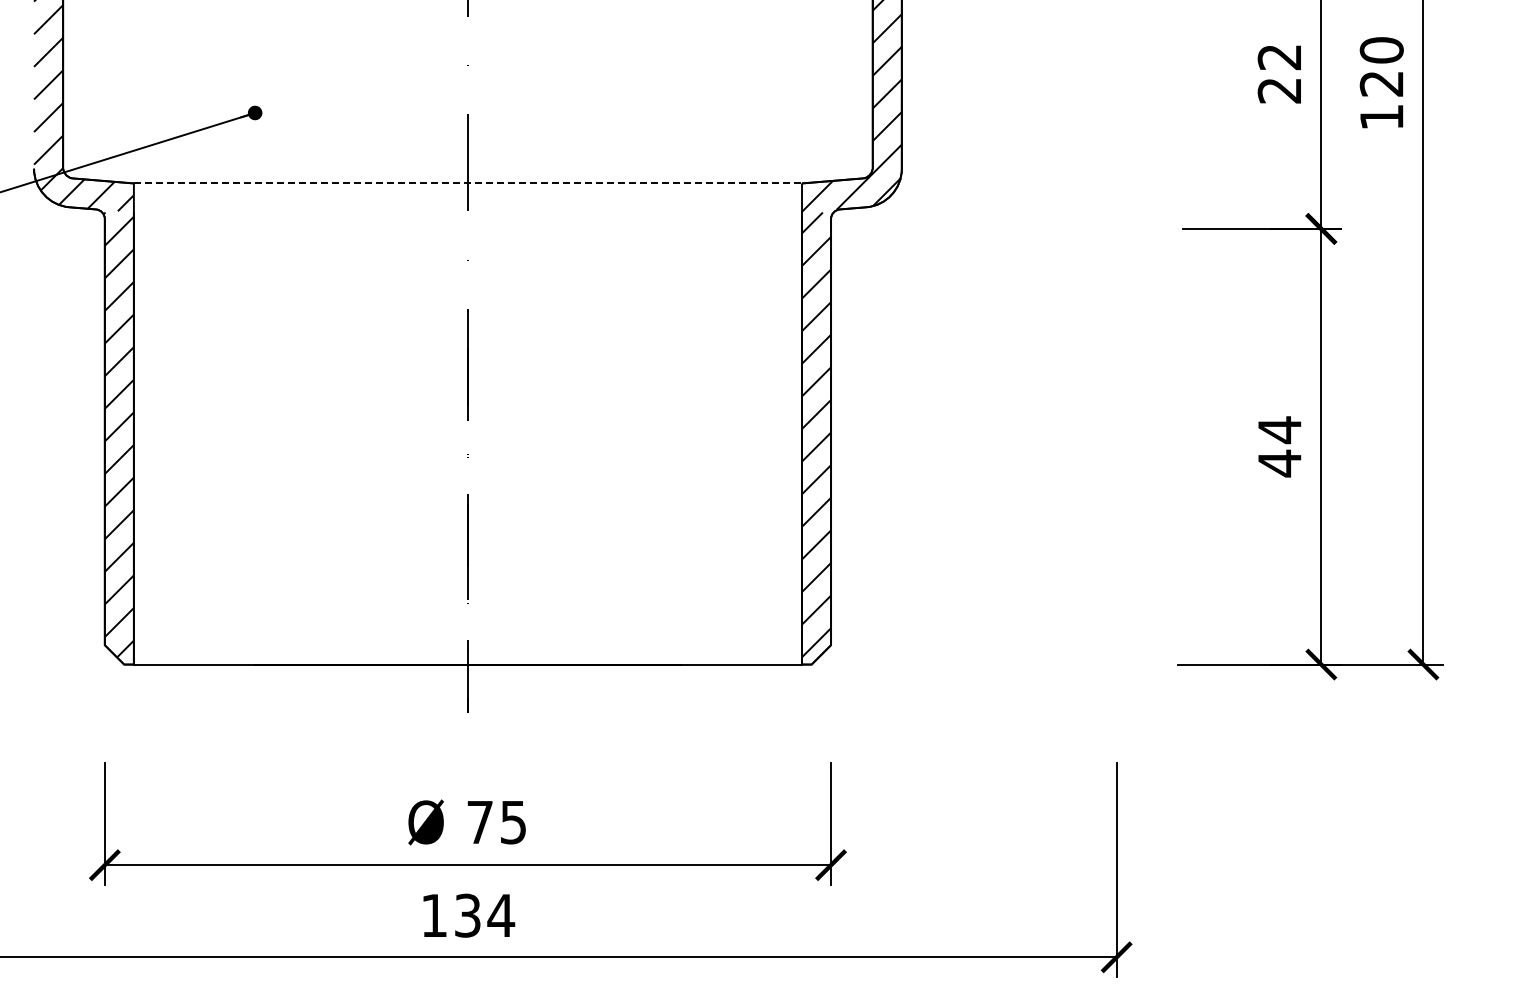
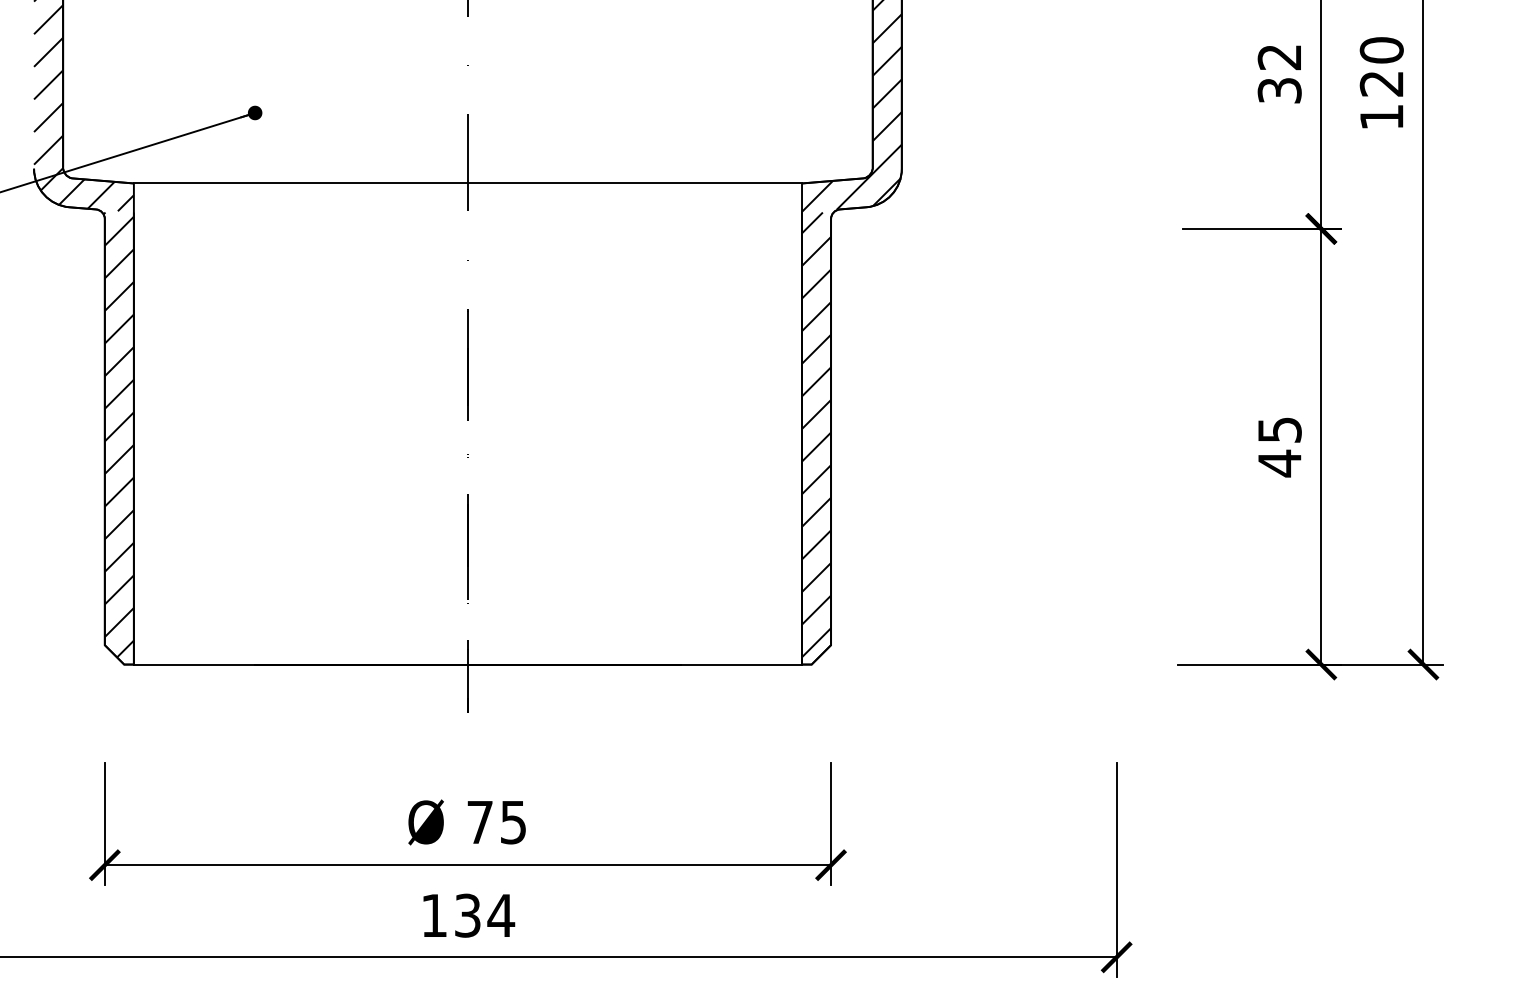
text at (1279, 90): 22 -> 32
line at (468, 183): dashed -> solid
text at (1279, 430): 44 -> 45
